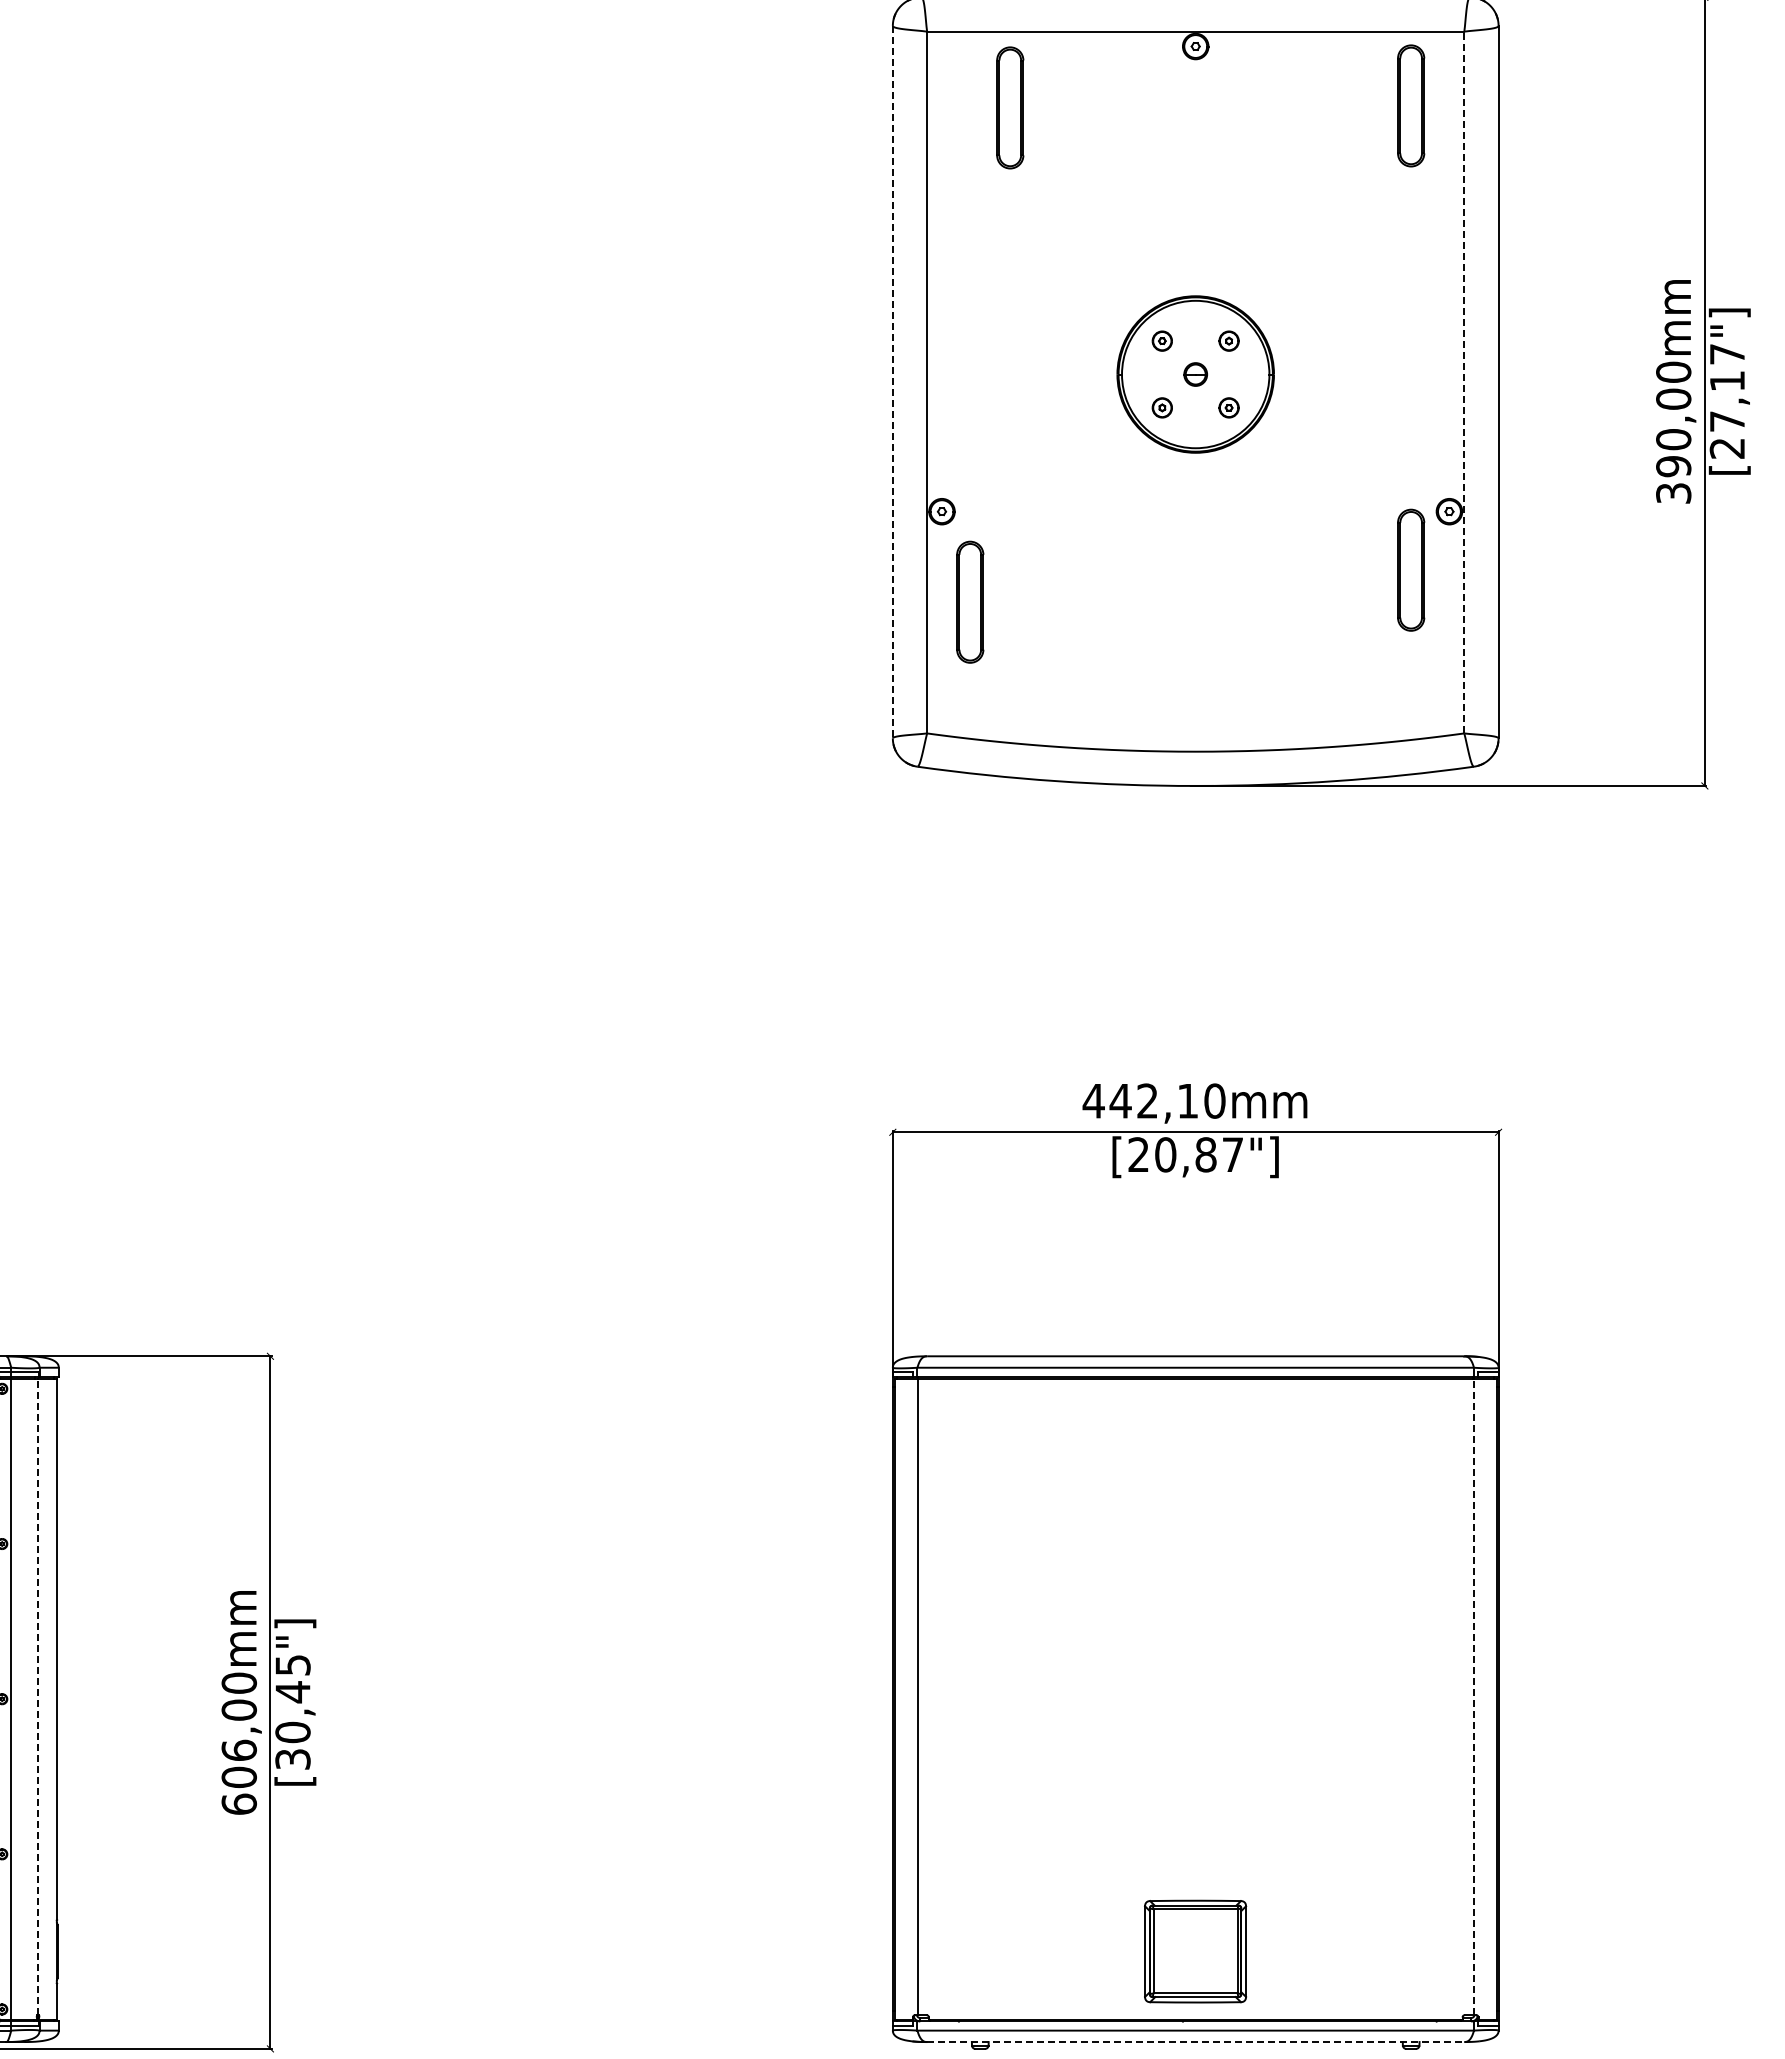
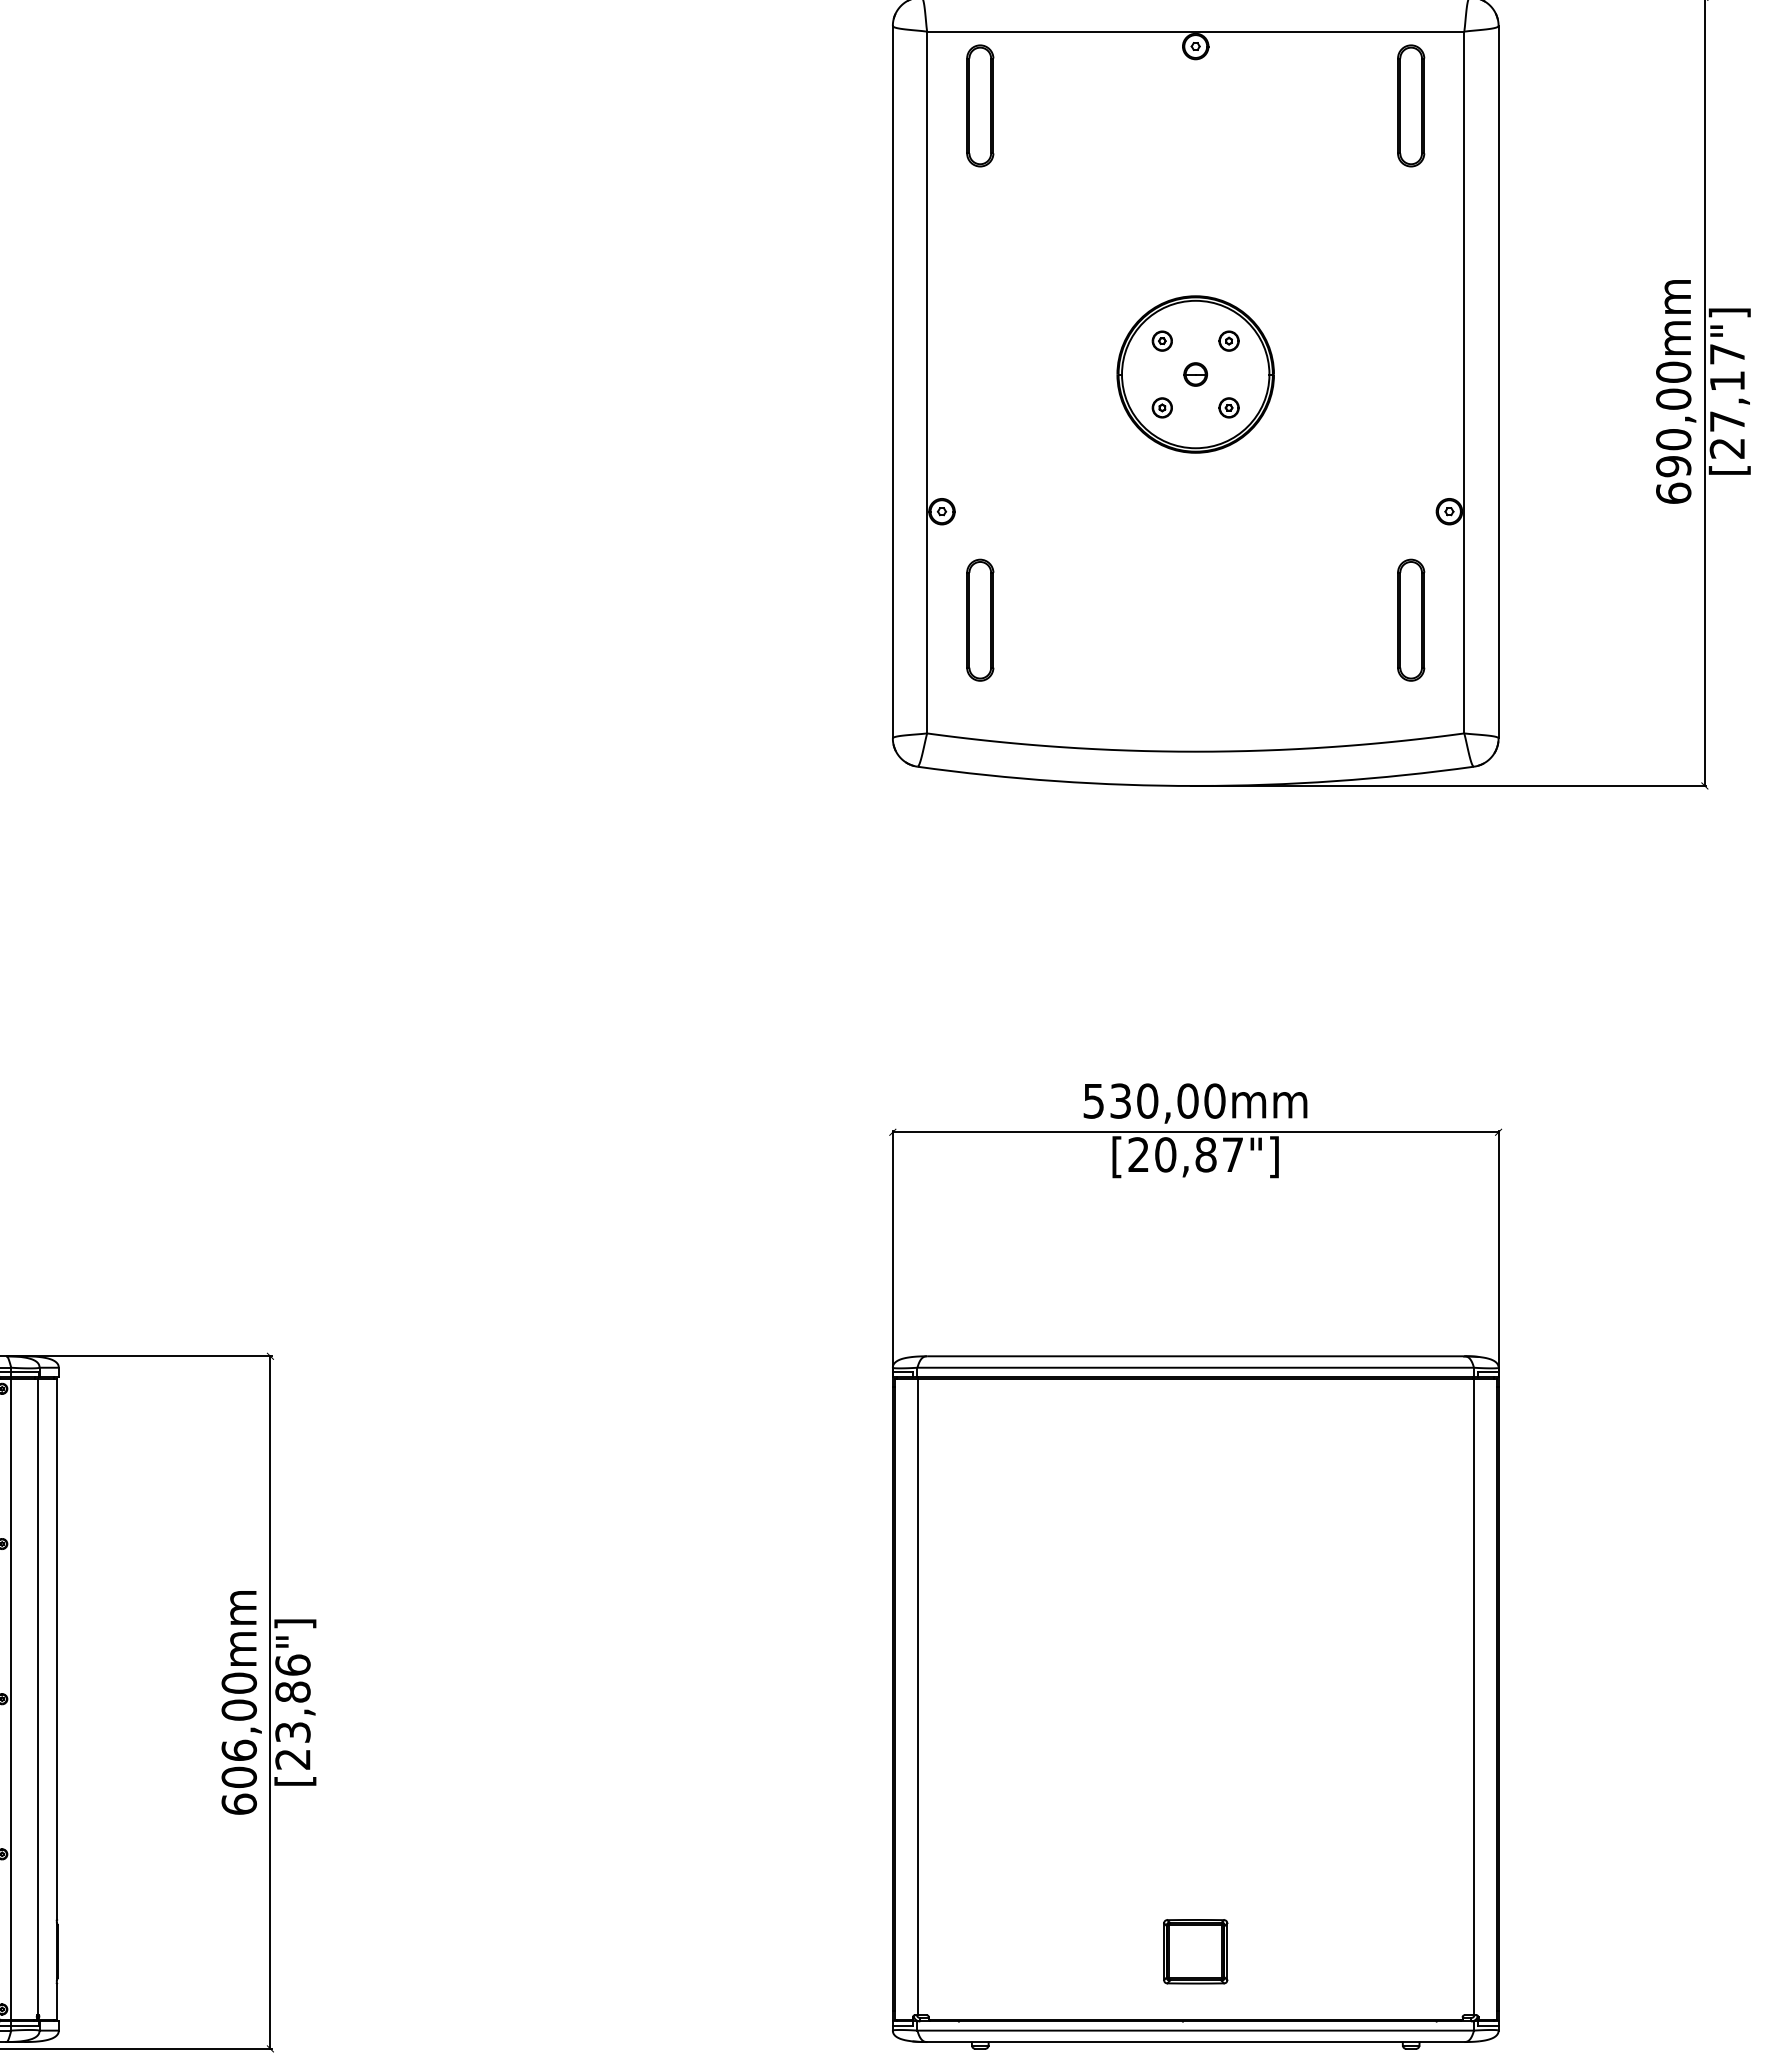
part at (1010, 107) position: (1010, 107) -> (980, 105)
line at (892, 382): dashed -> solid
line at (1464, 382): dashed -> solid
text at (1673, 492): 390,00mm -> 690,00mm
part at (1411, 569) position: (1411, 569) -> (1411, 619)
part at (970, 601) position: (970, 601) -> (980, 619)
text at (1140, 1100): 442,10mm -> 530,00mm
line at (37, 1696): dashed -> solid
line at (1473, 1696): dashed -> solid
text at (292, 1711): [30,45"] -> [23,86"]
part at (1195, 1951) size: 104x105 px -> 66x66 px
line at (1195, 2042): dashed -> solid
